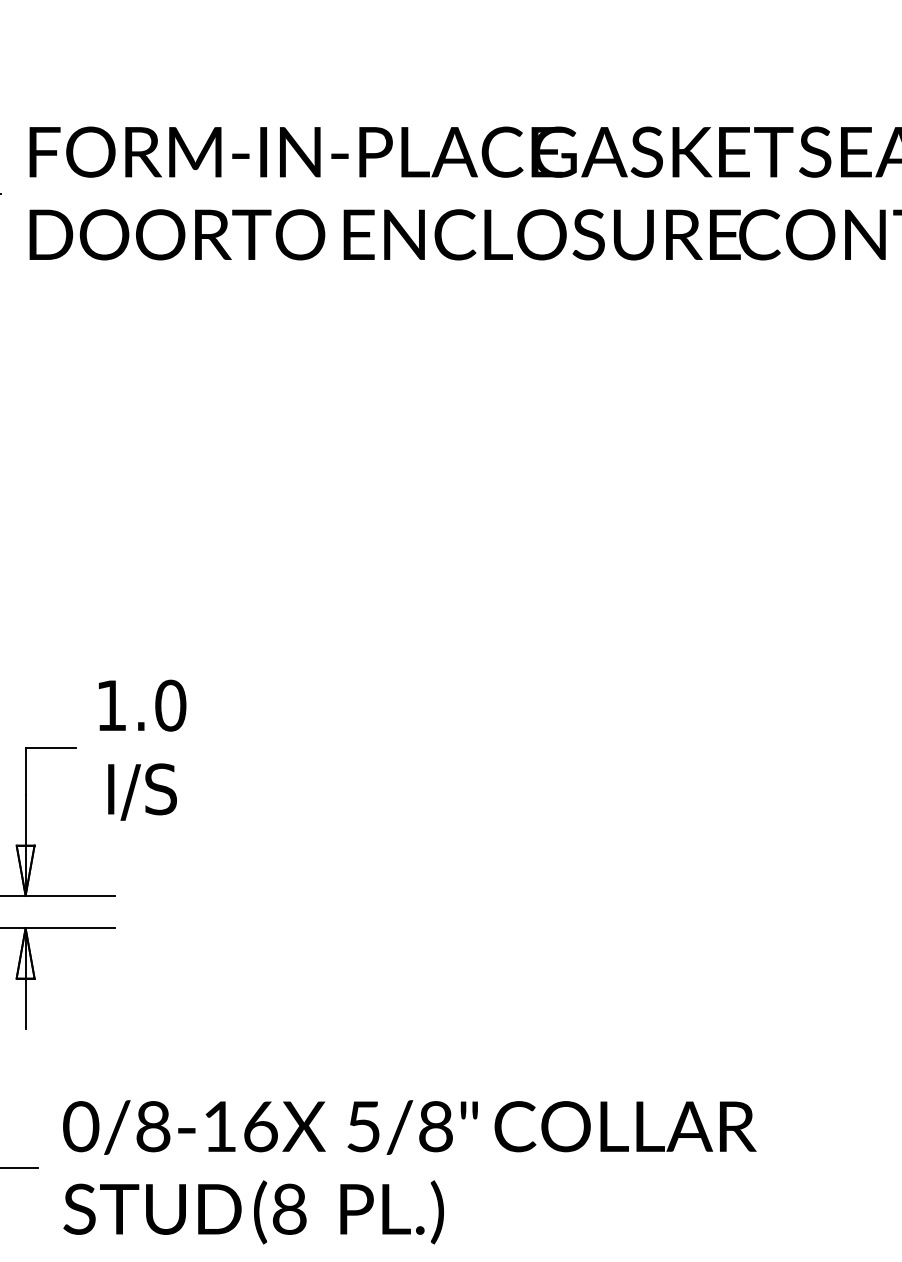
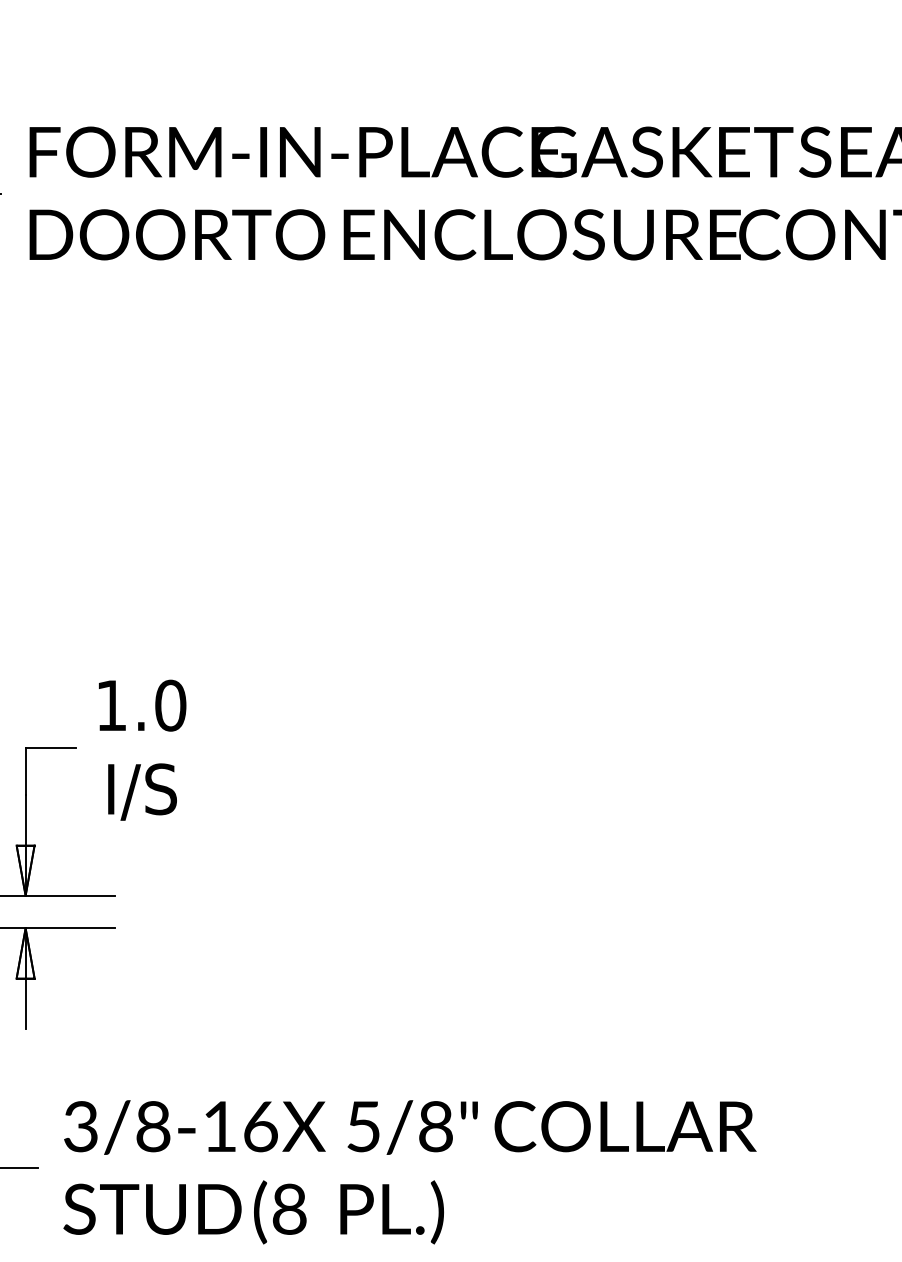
text at (81, 1126): 0/8-16 -> 3/8-16
